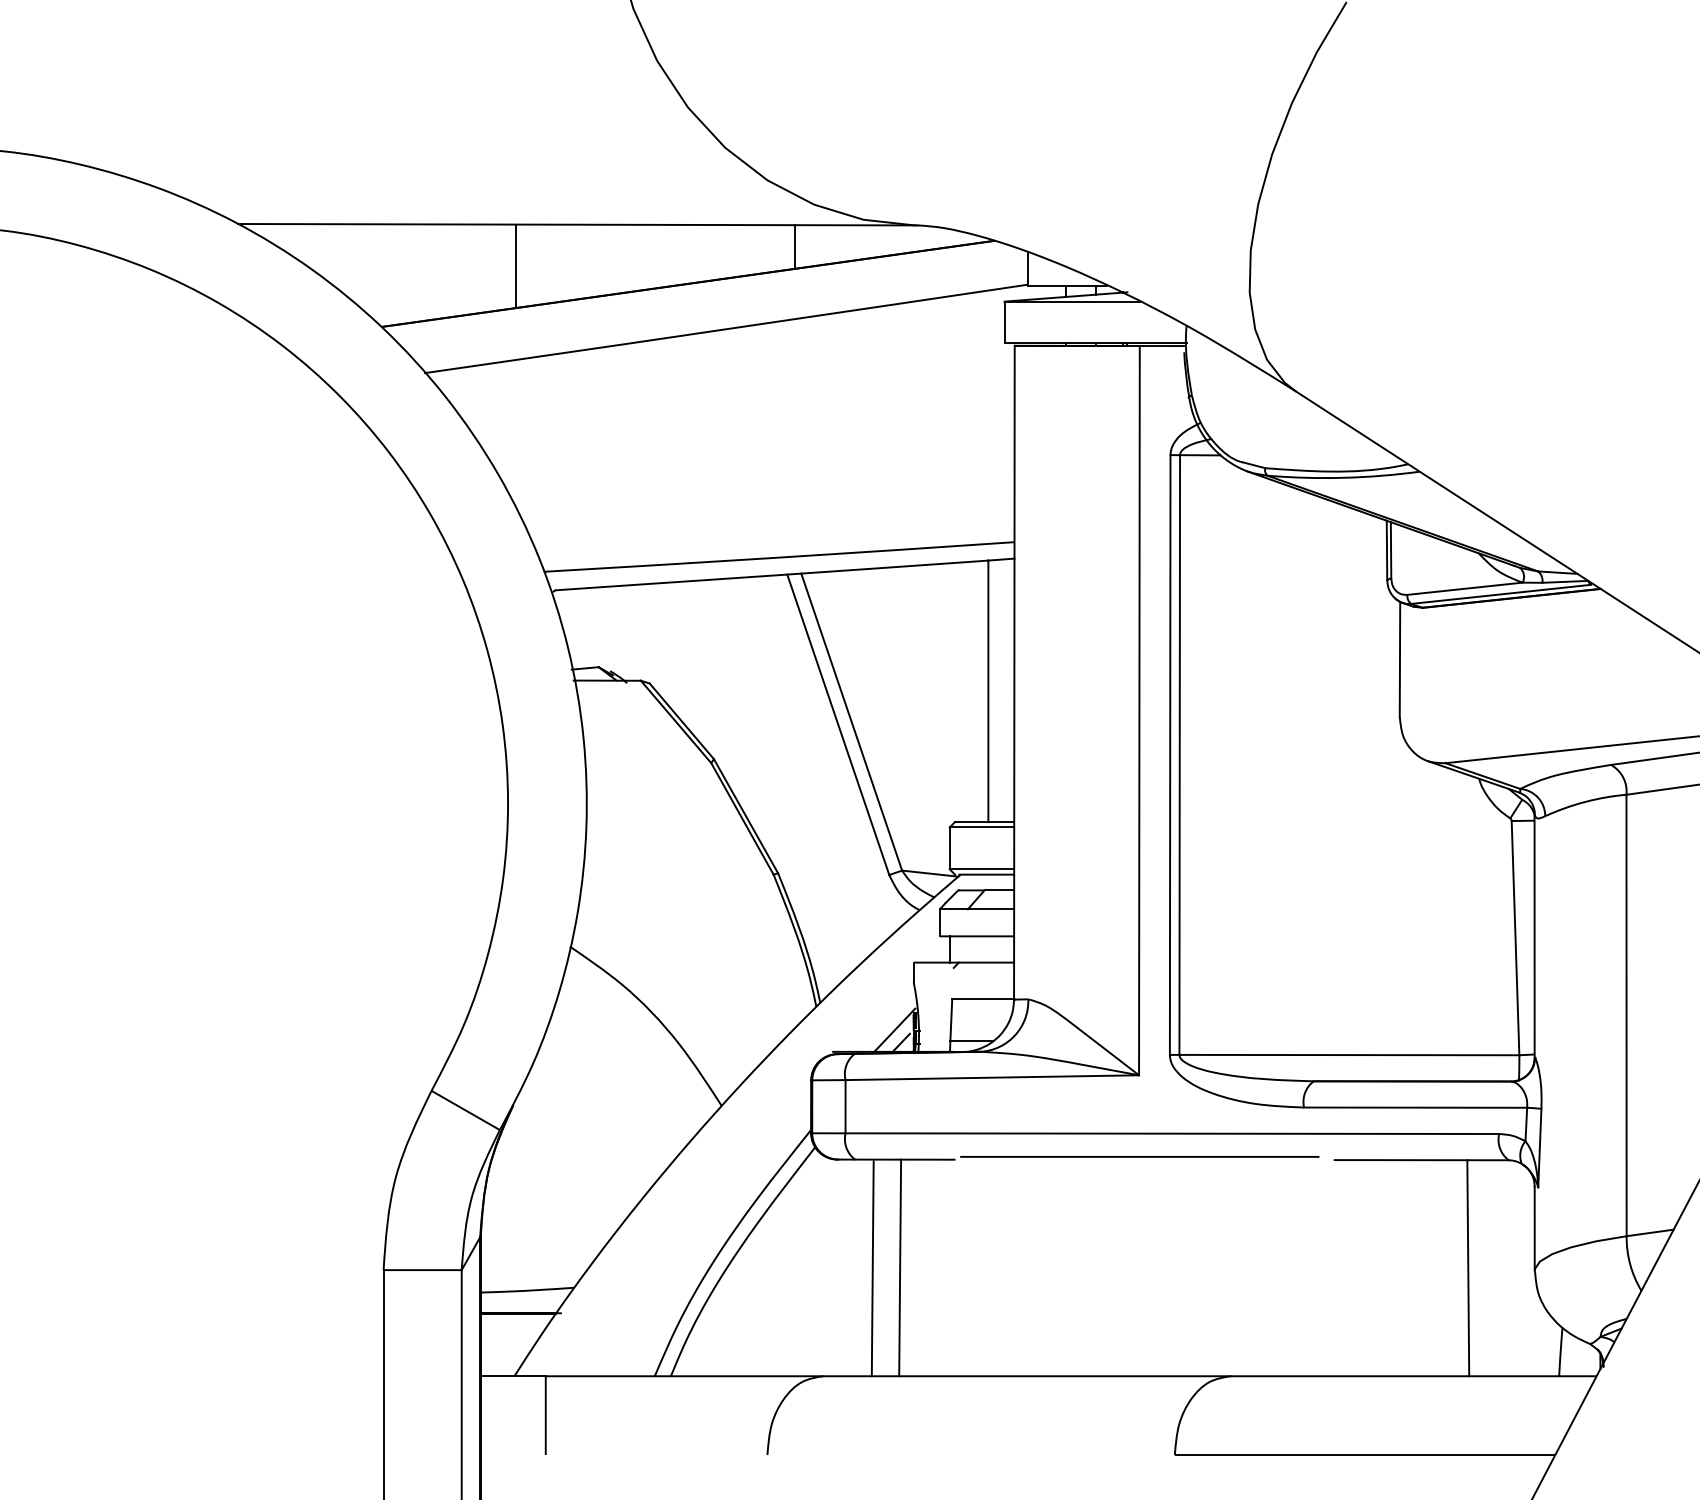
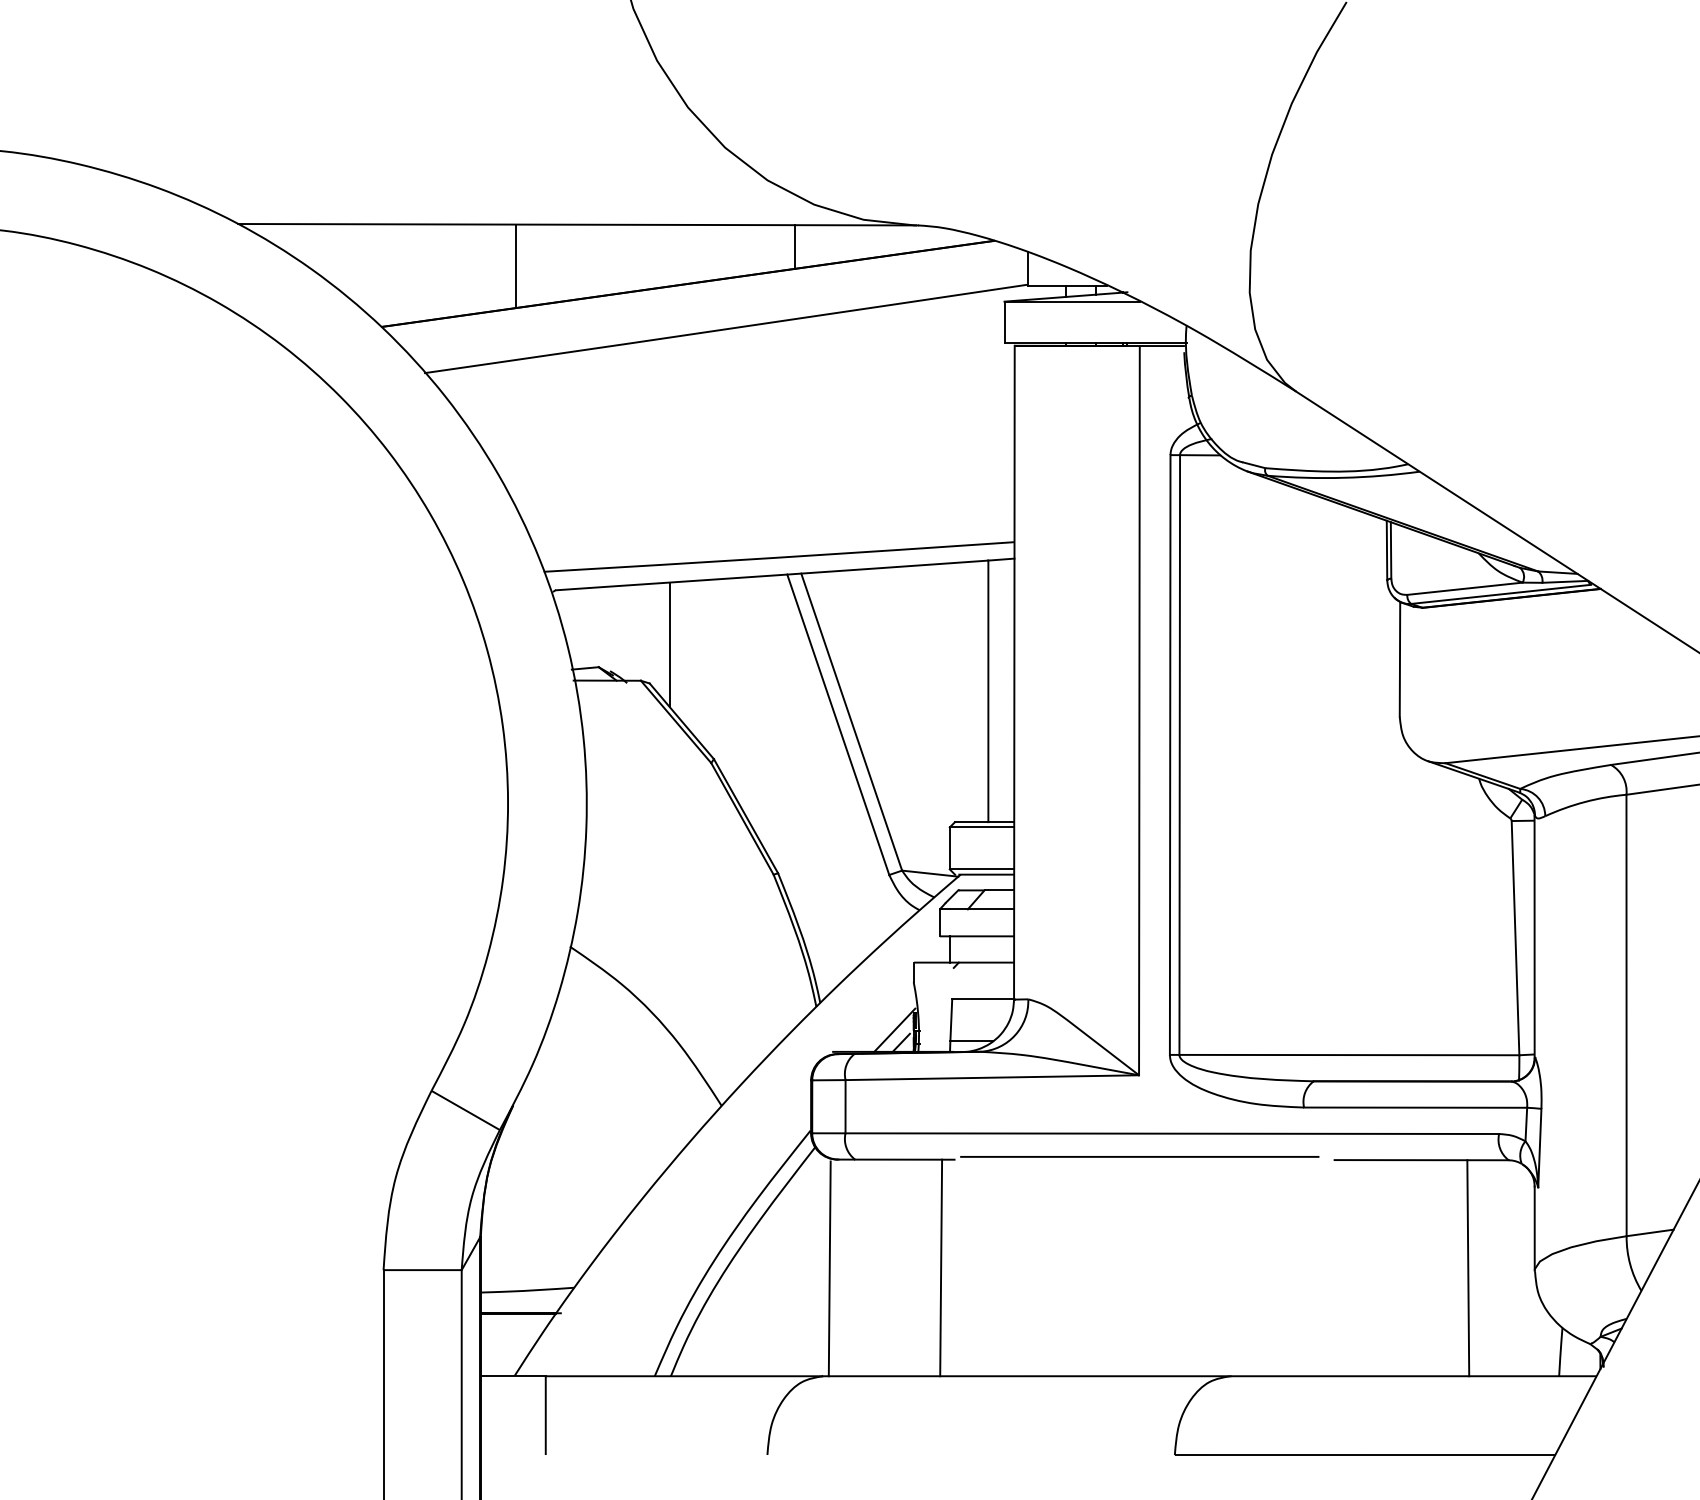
line at (669, 644): none -> present
line at (900, 1267) position: (900, 1267) -> (941, 1267)
line at (872, 1268) position: (872, 1268) -> (829, 1268)
